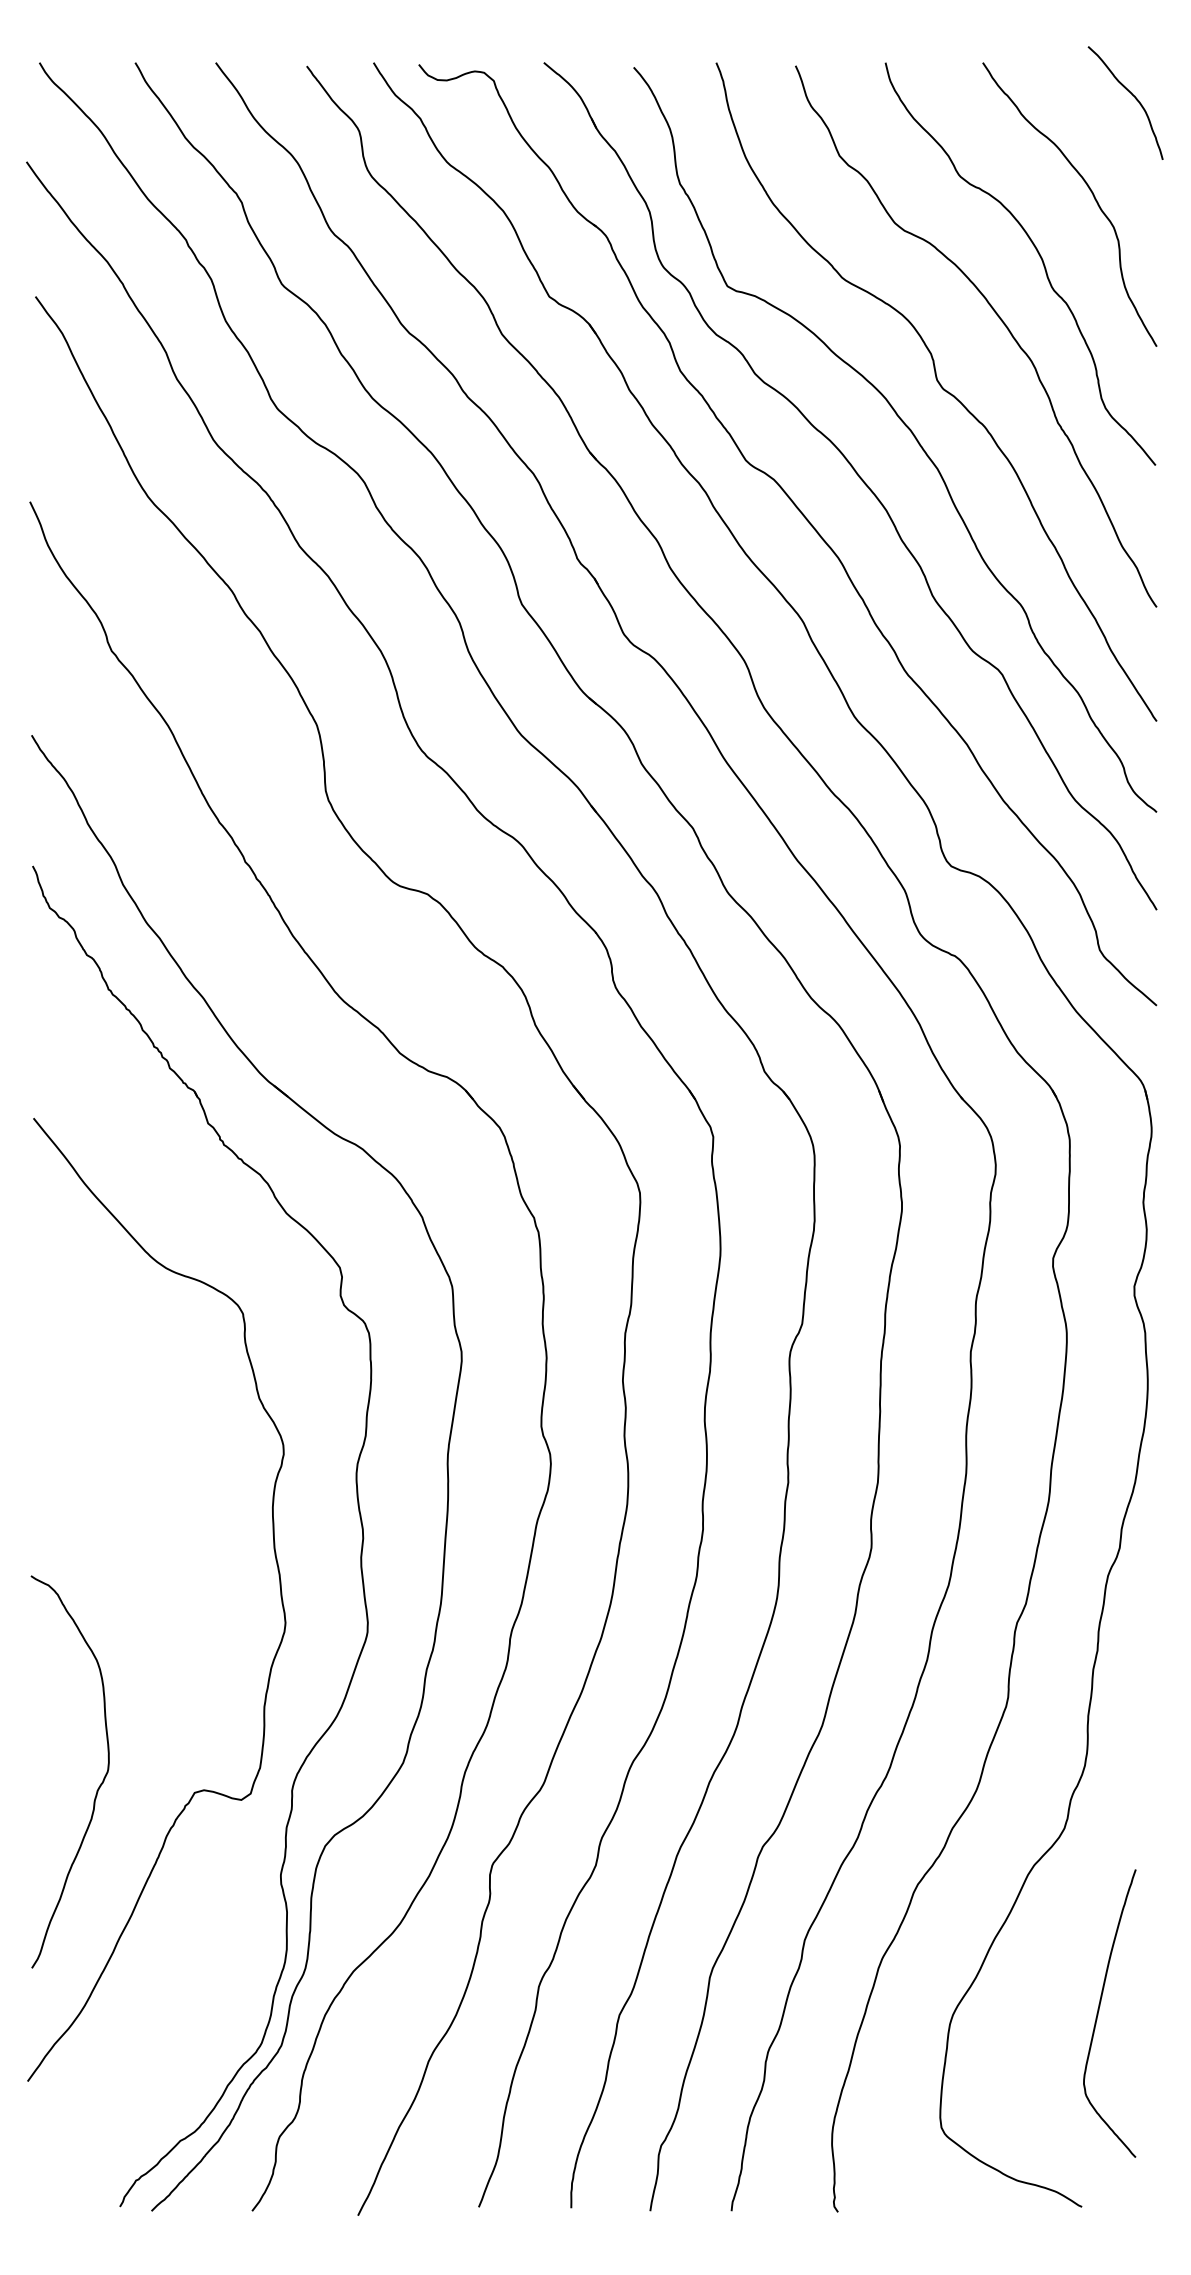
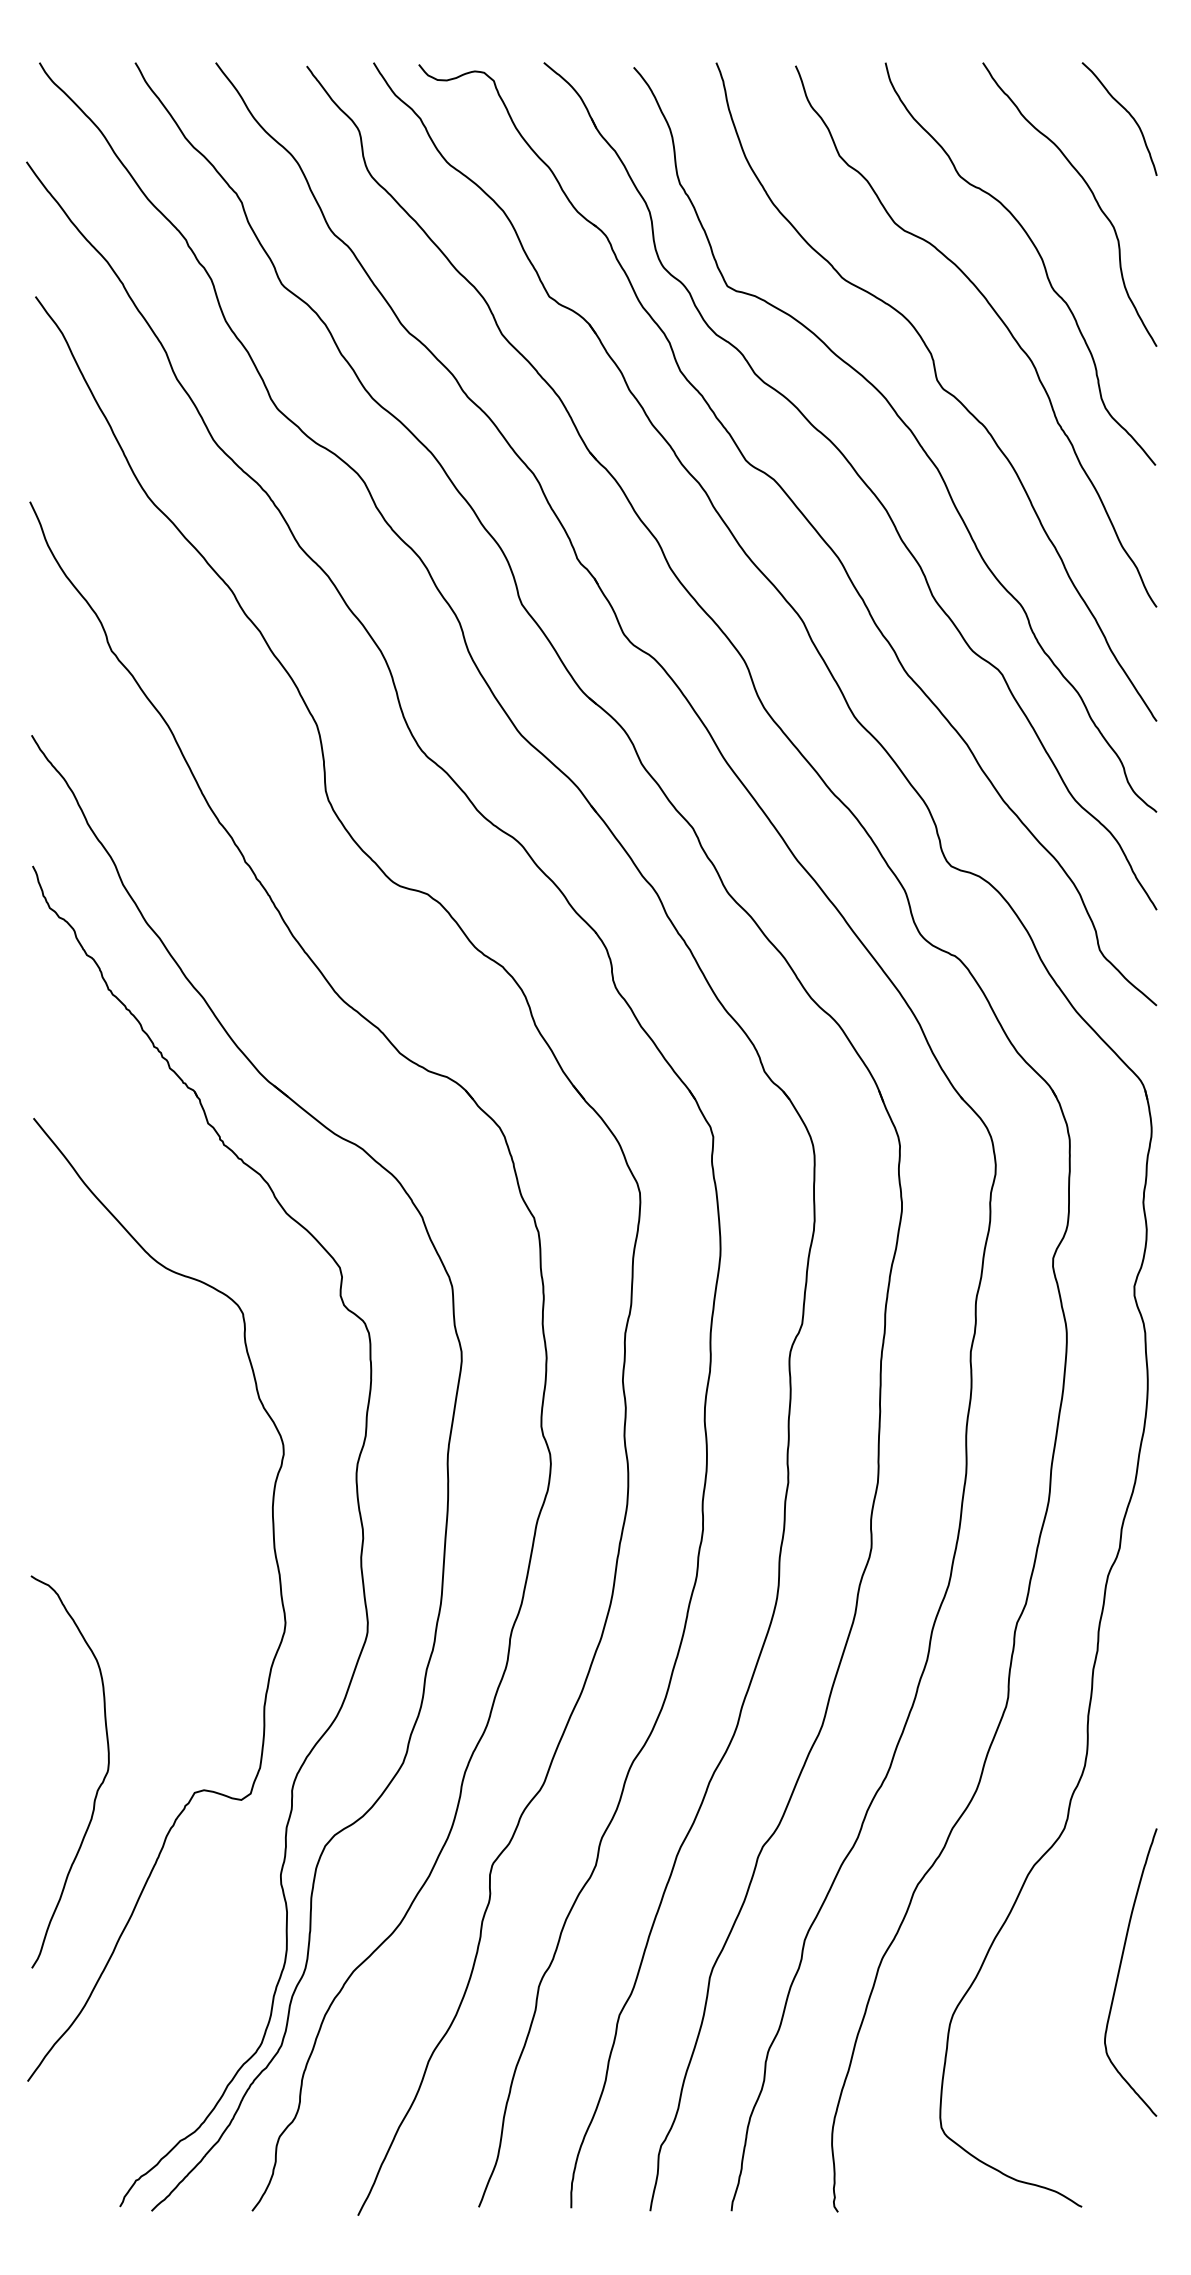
curve at (1132, 95) position: (1132, 95) -> (1126, 111)
curve at (1099, 2011) position: (1099, 2011) -> (1120, 1970)
